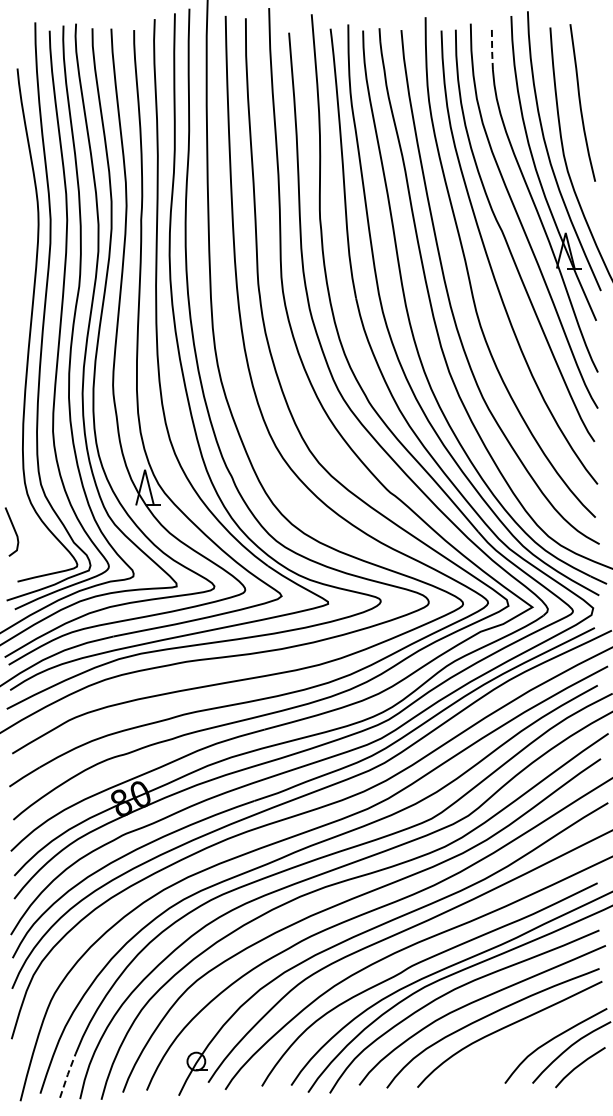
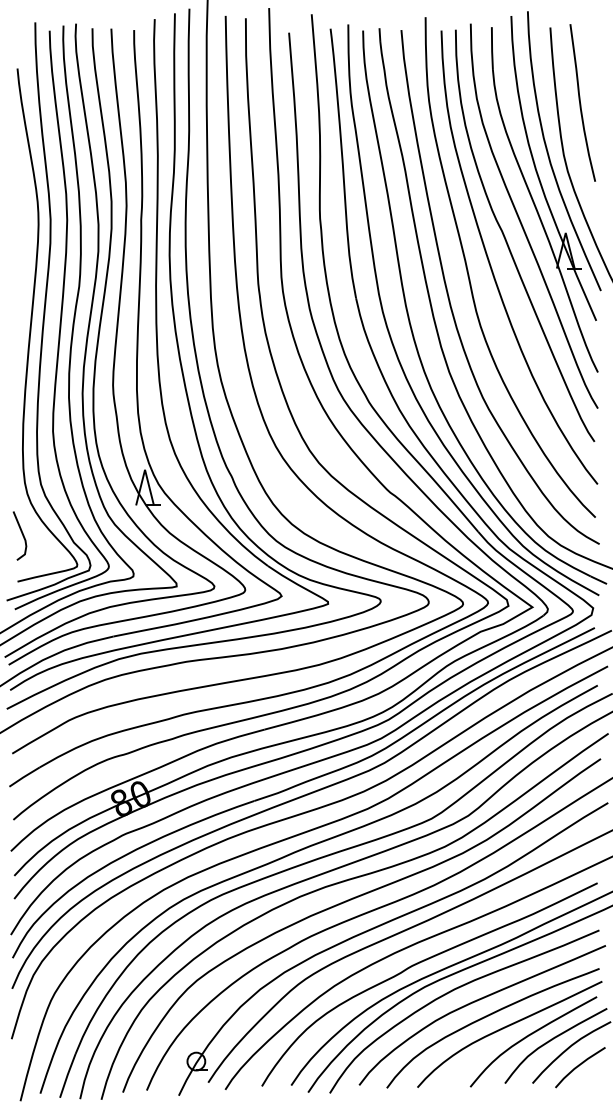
line at (492, 48): dashed -> solid
line at (13, 529) position: (13, 529) -> (21, 533)
curve at (529, 1036): none -> present
line at (67, 1074): dashed -> solid
